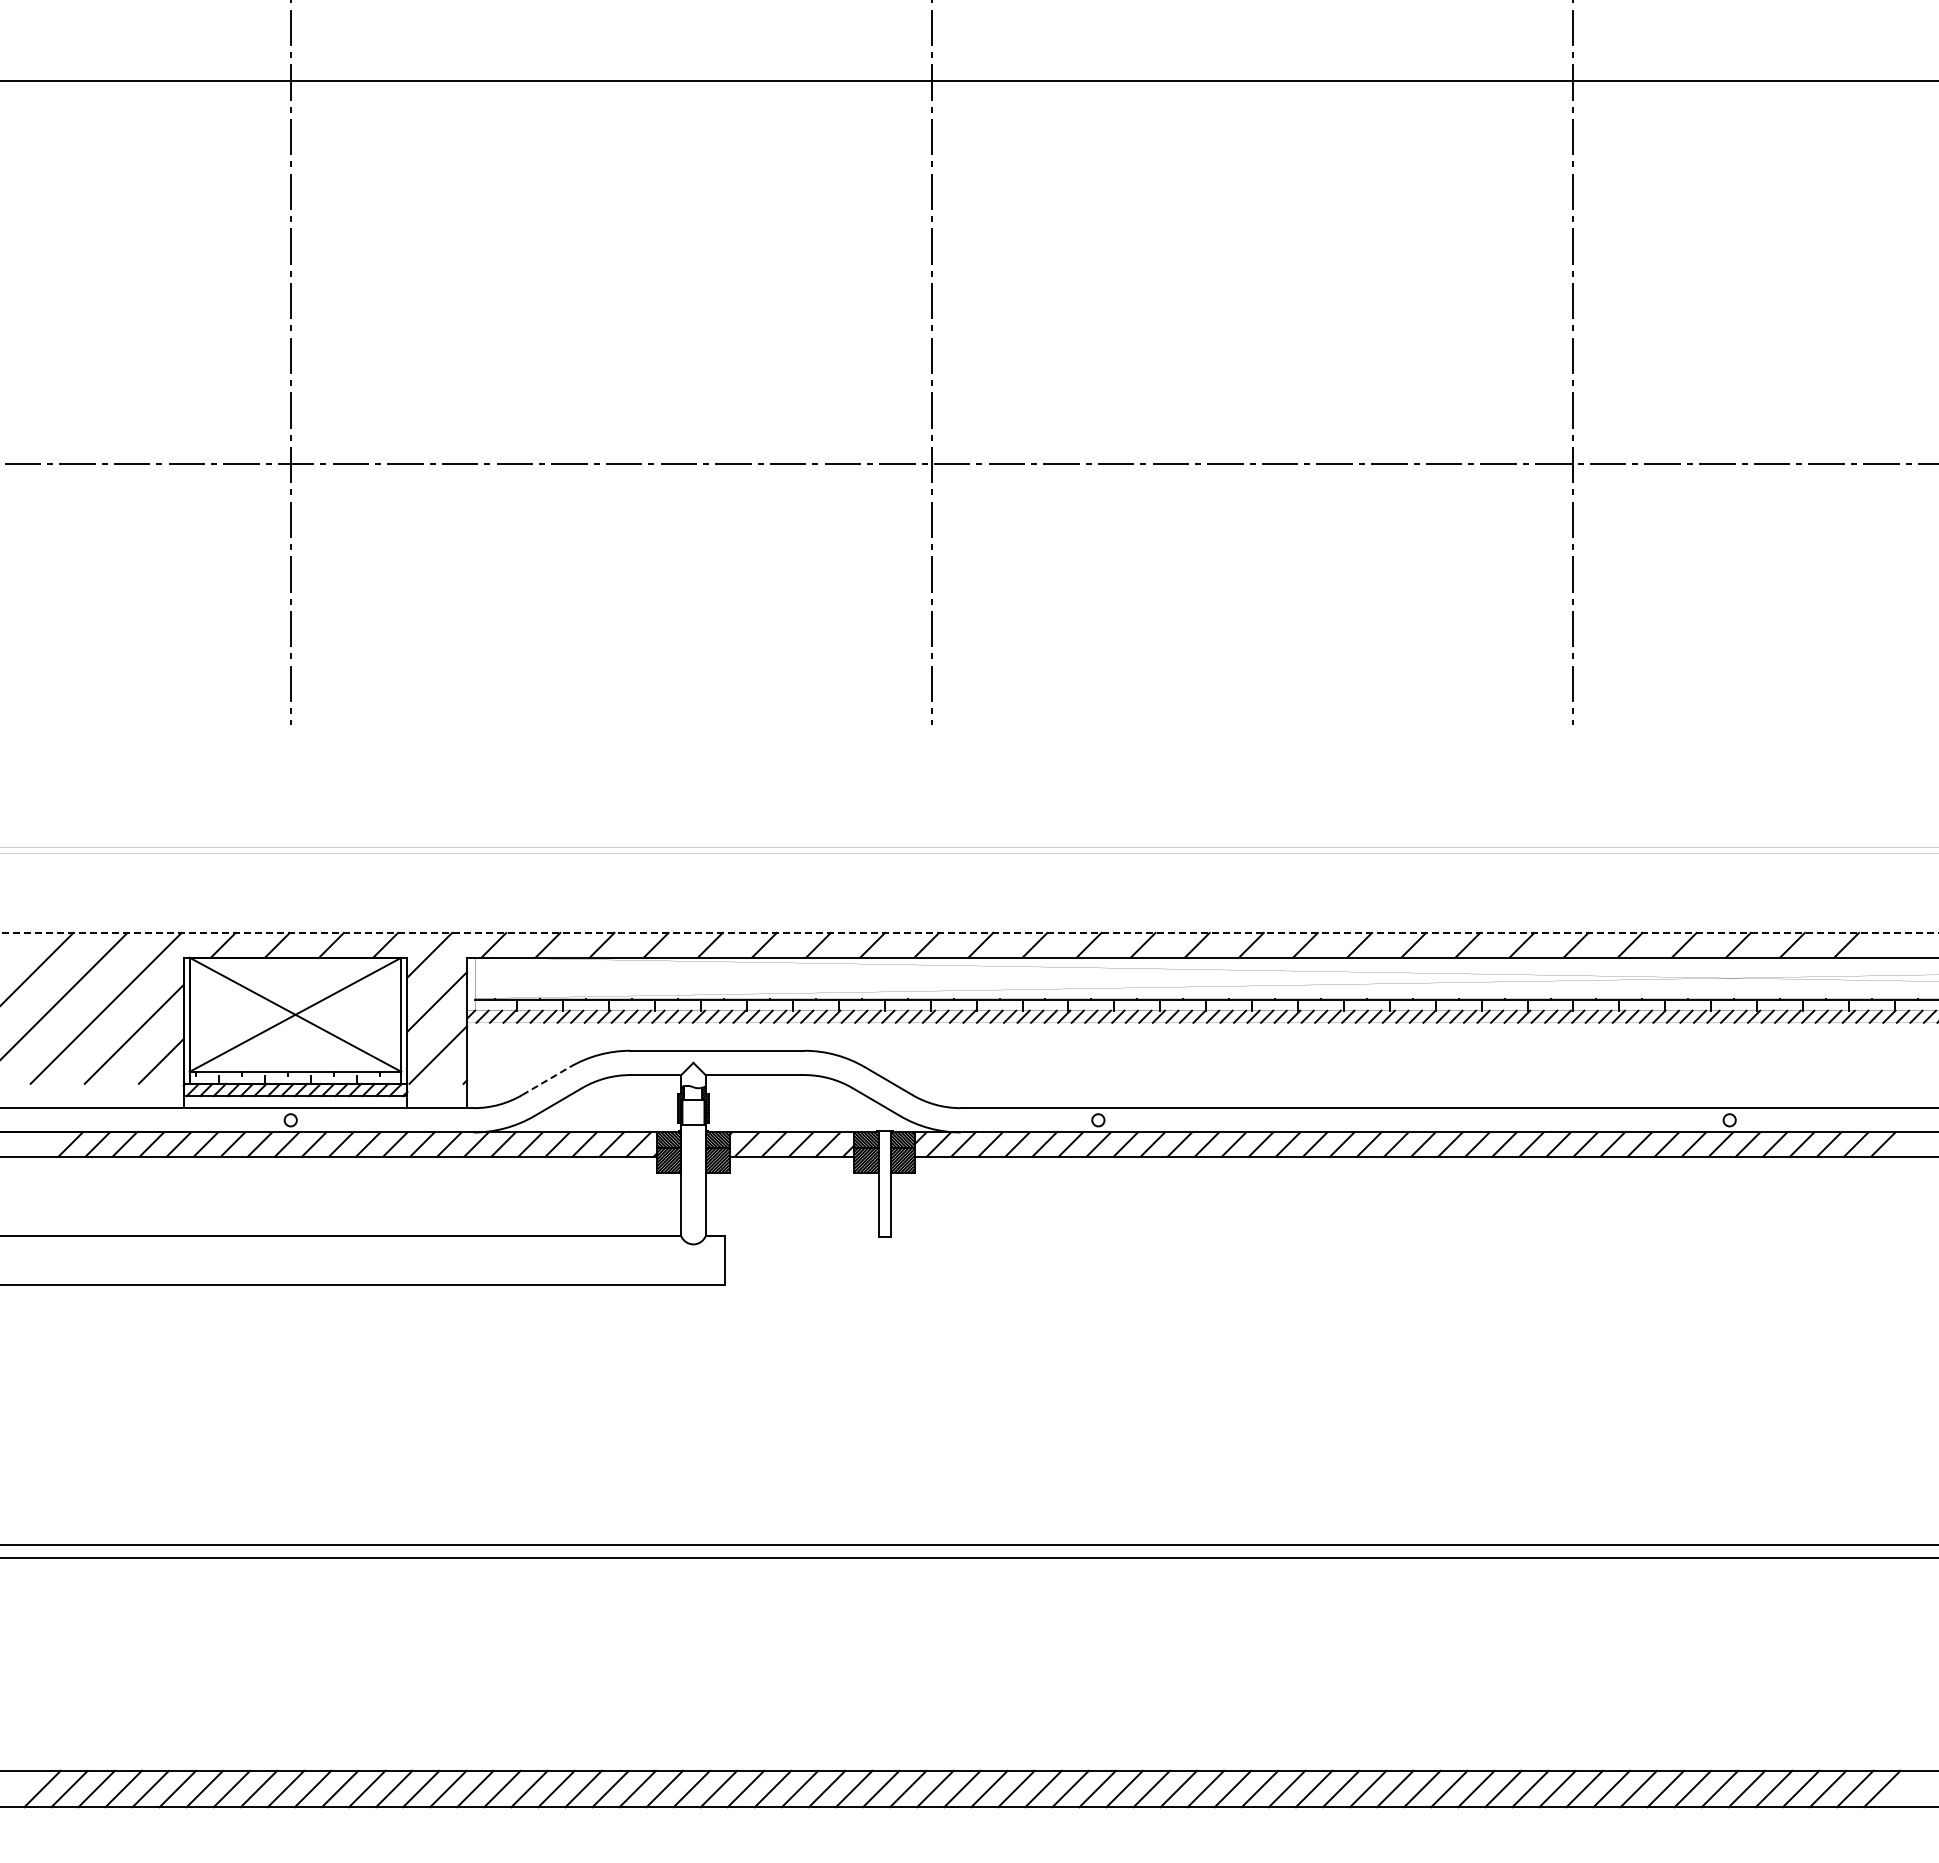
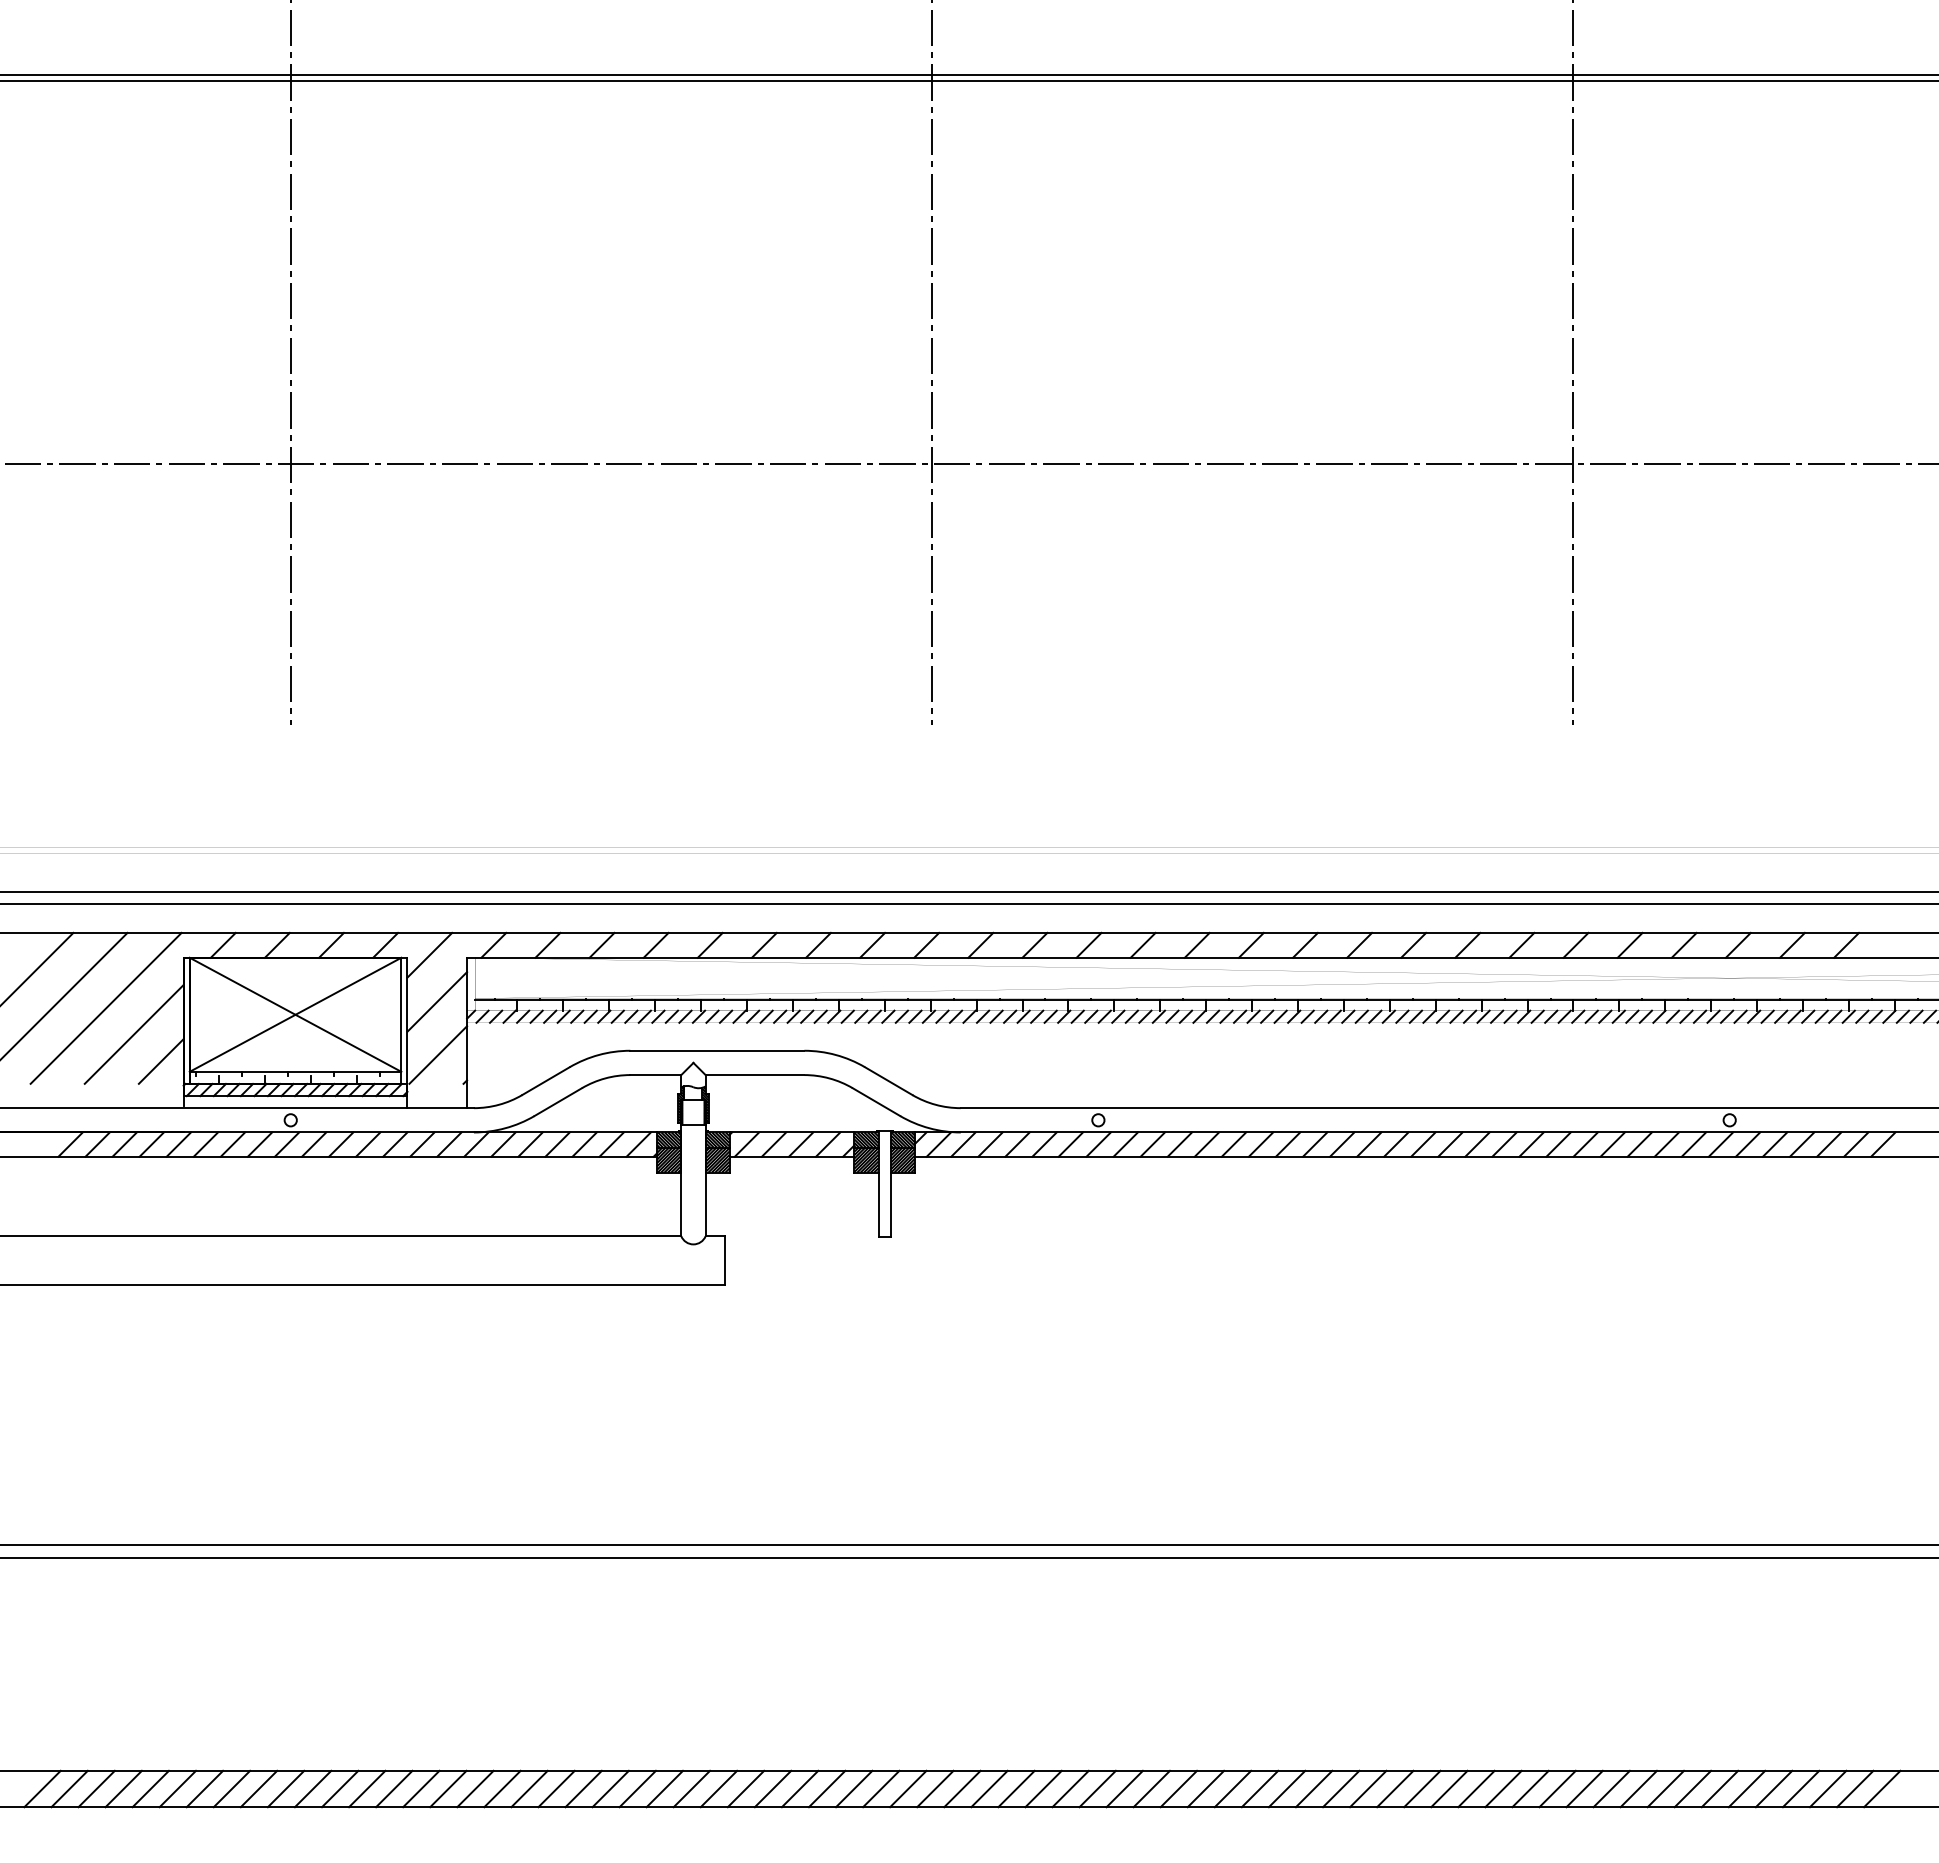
line at (968, 74): none -> present
line at (968, 891): none -> present
line at (968, 903): none -> present
line at (969, 932): dashed -> solid
line at (546, 1080): dashed -> solid
